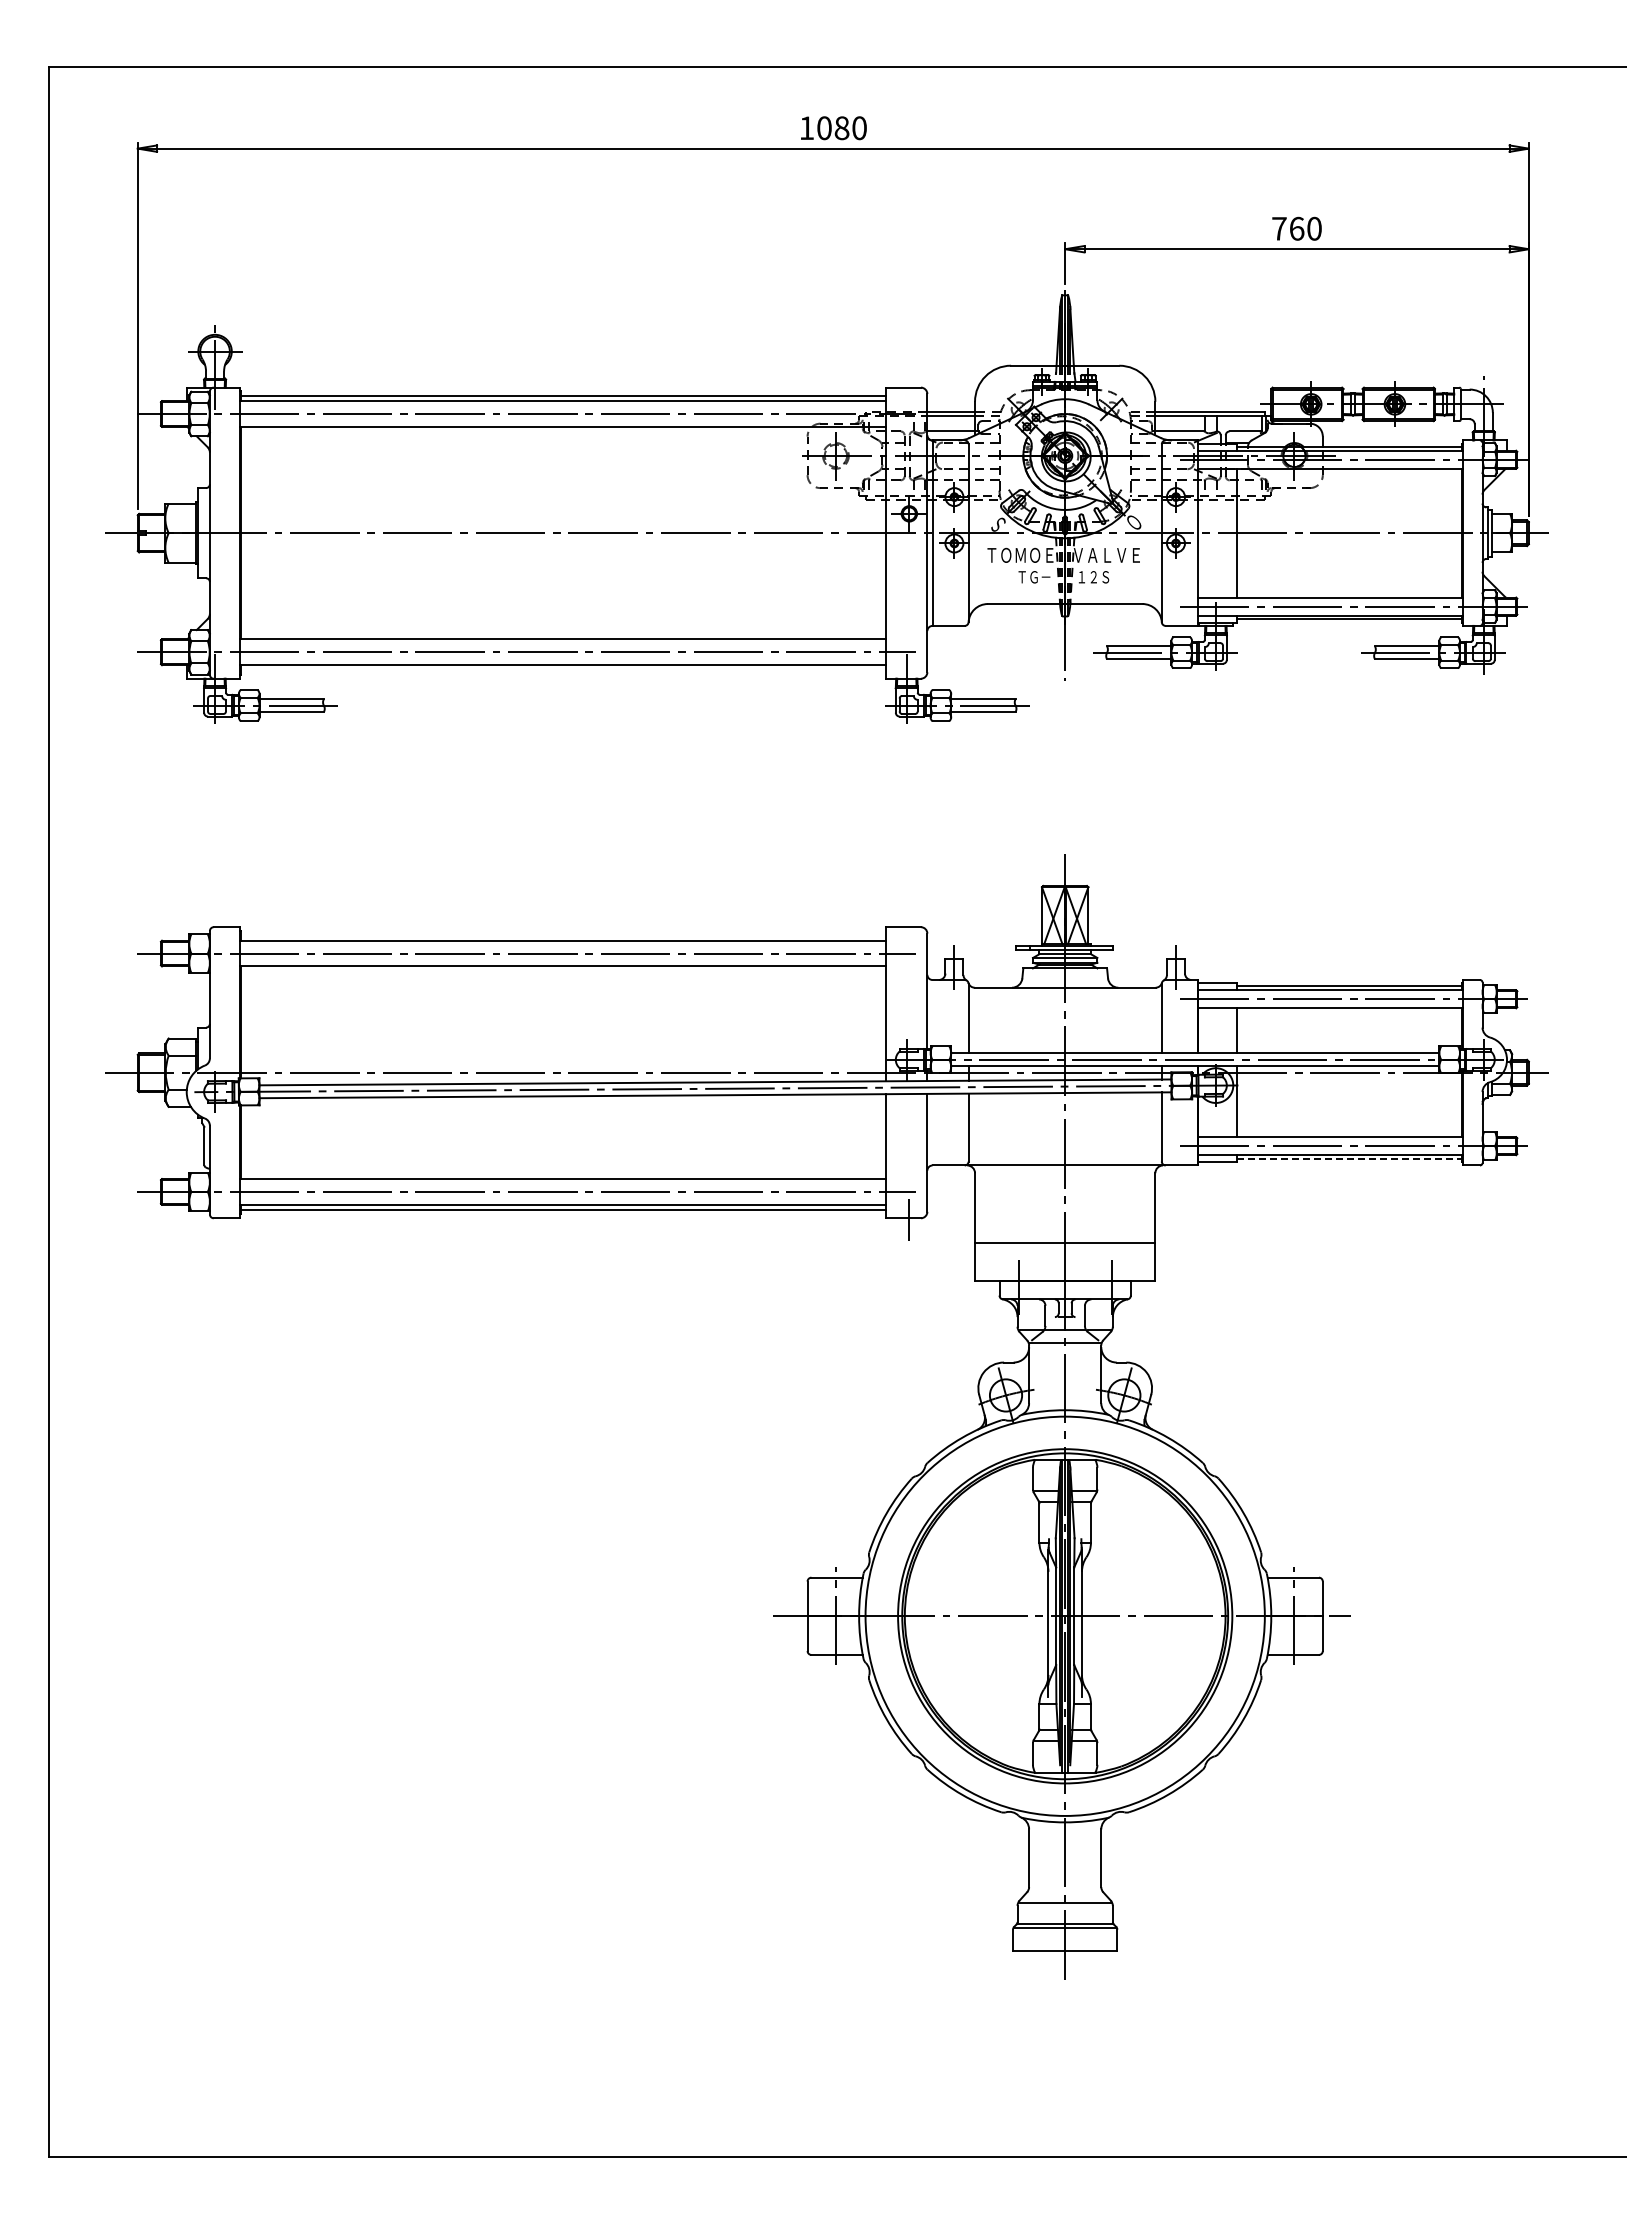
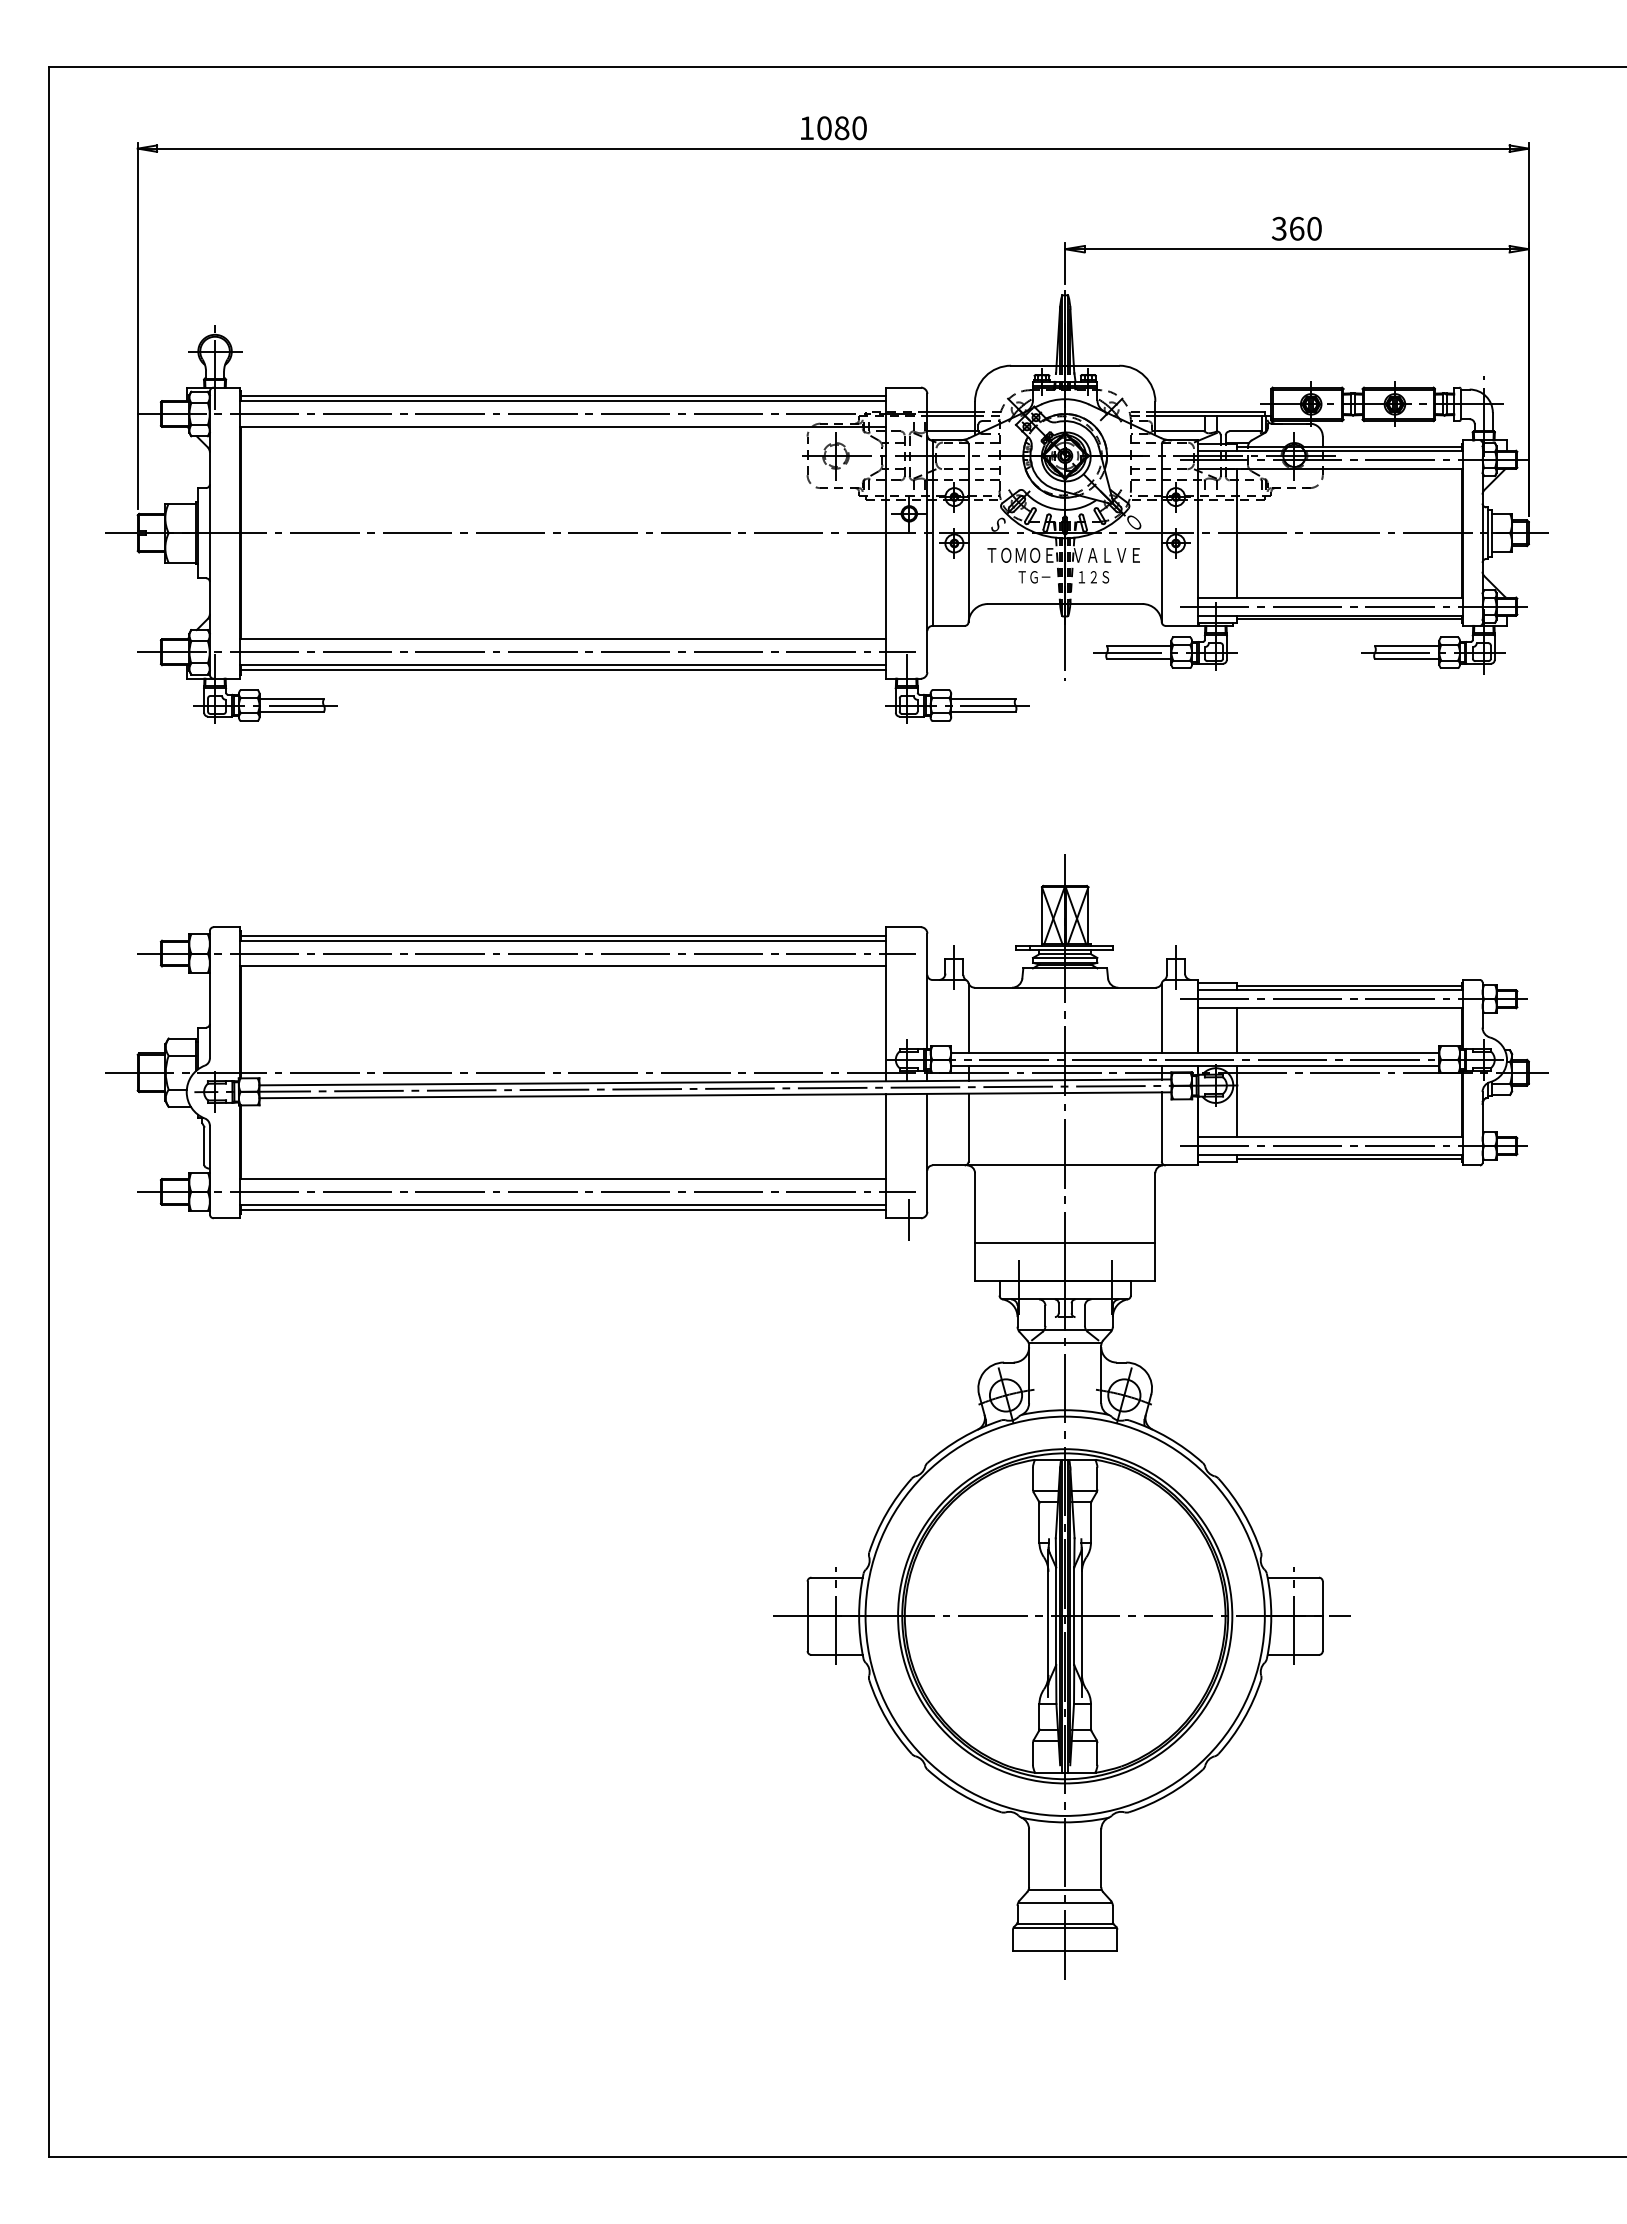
text at (1278, 228): 760 -> 360
line at (563, 670): none -> present
line at (563, 935): none -> present
line at (1349, 1159): dashed -> solid
line at (1065, 1890): none -> present
